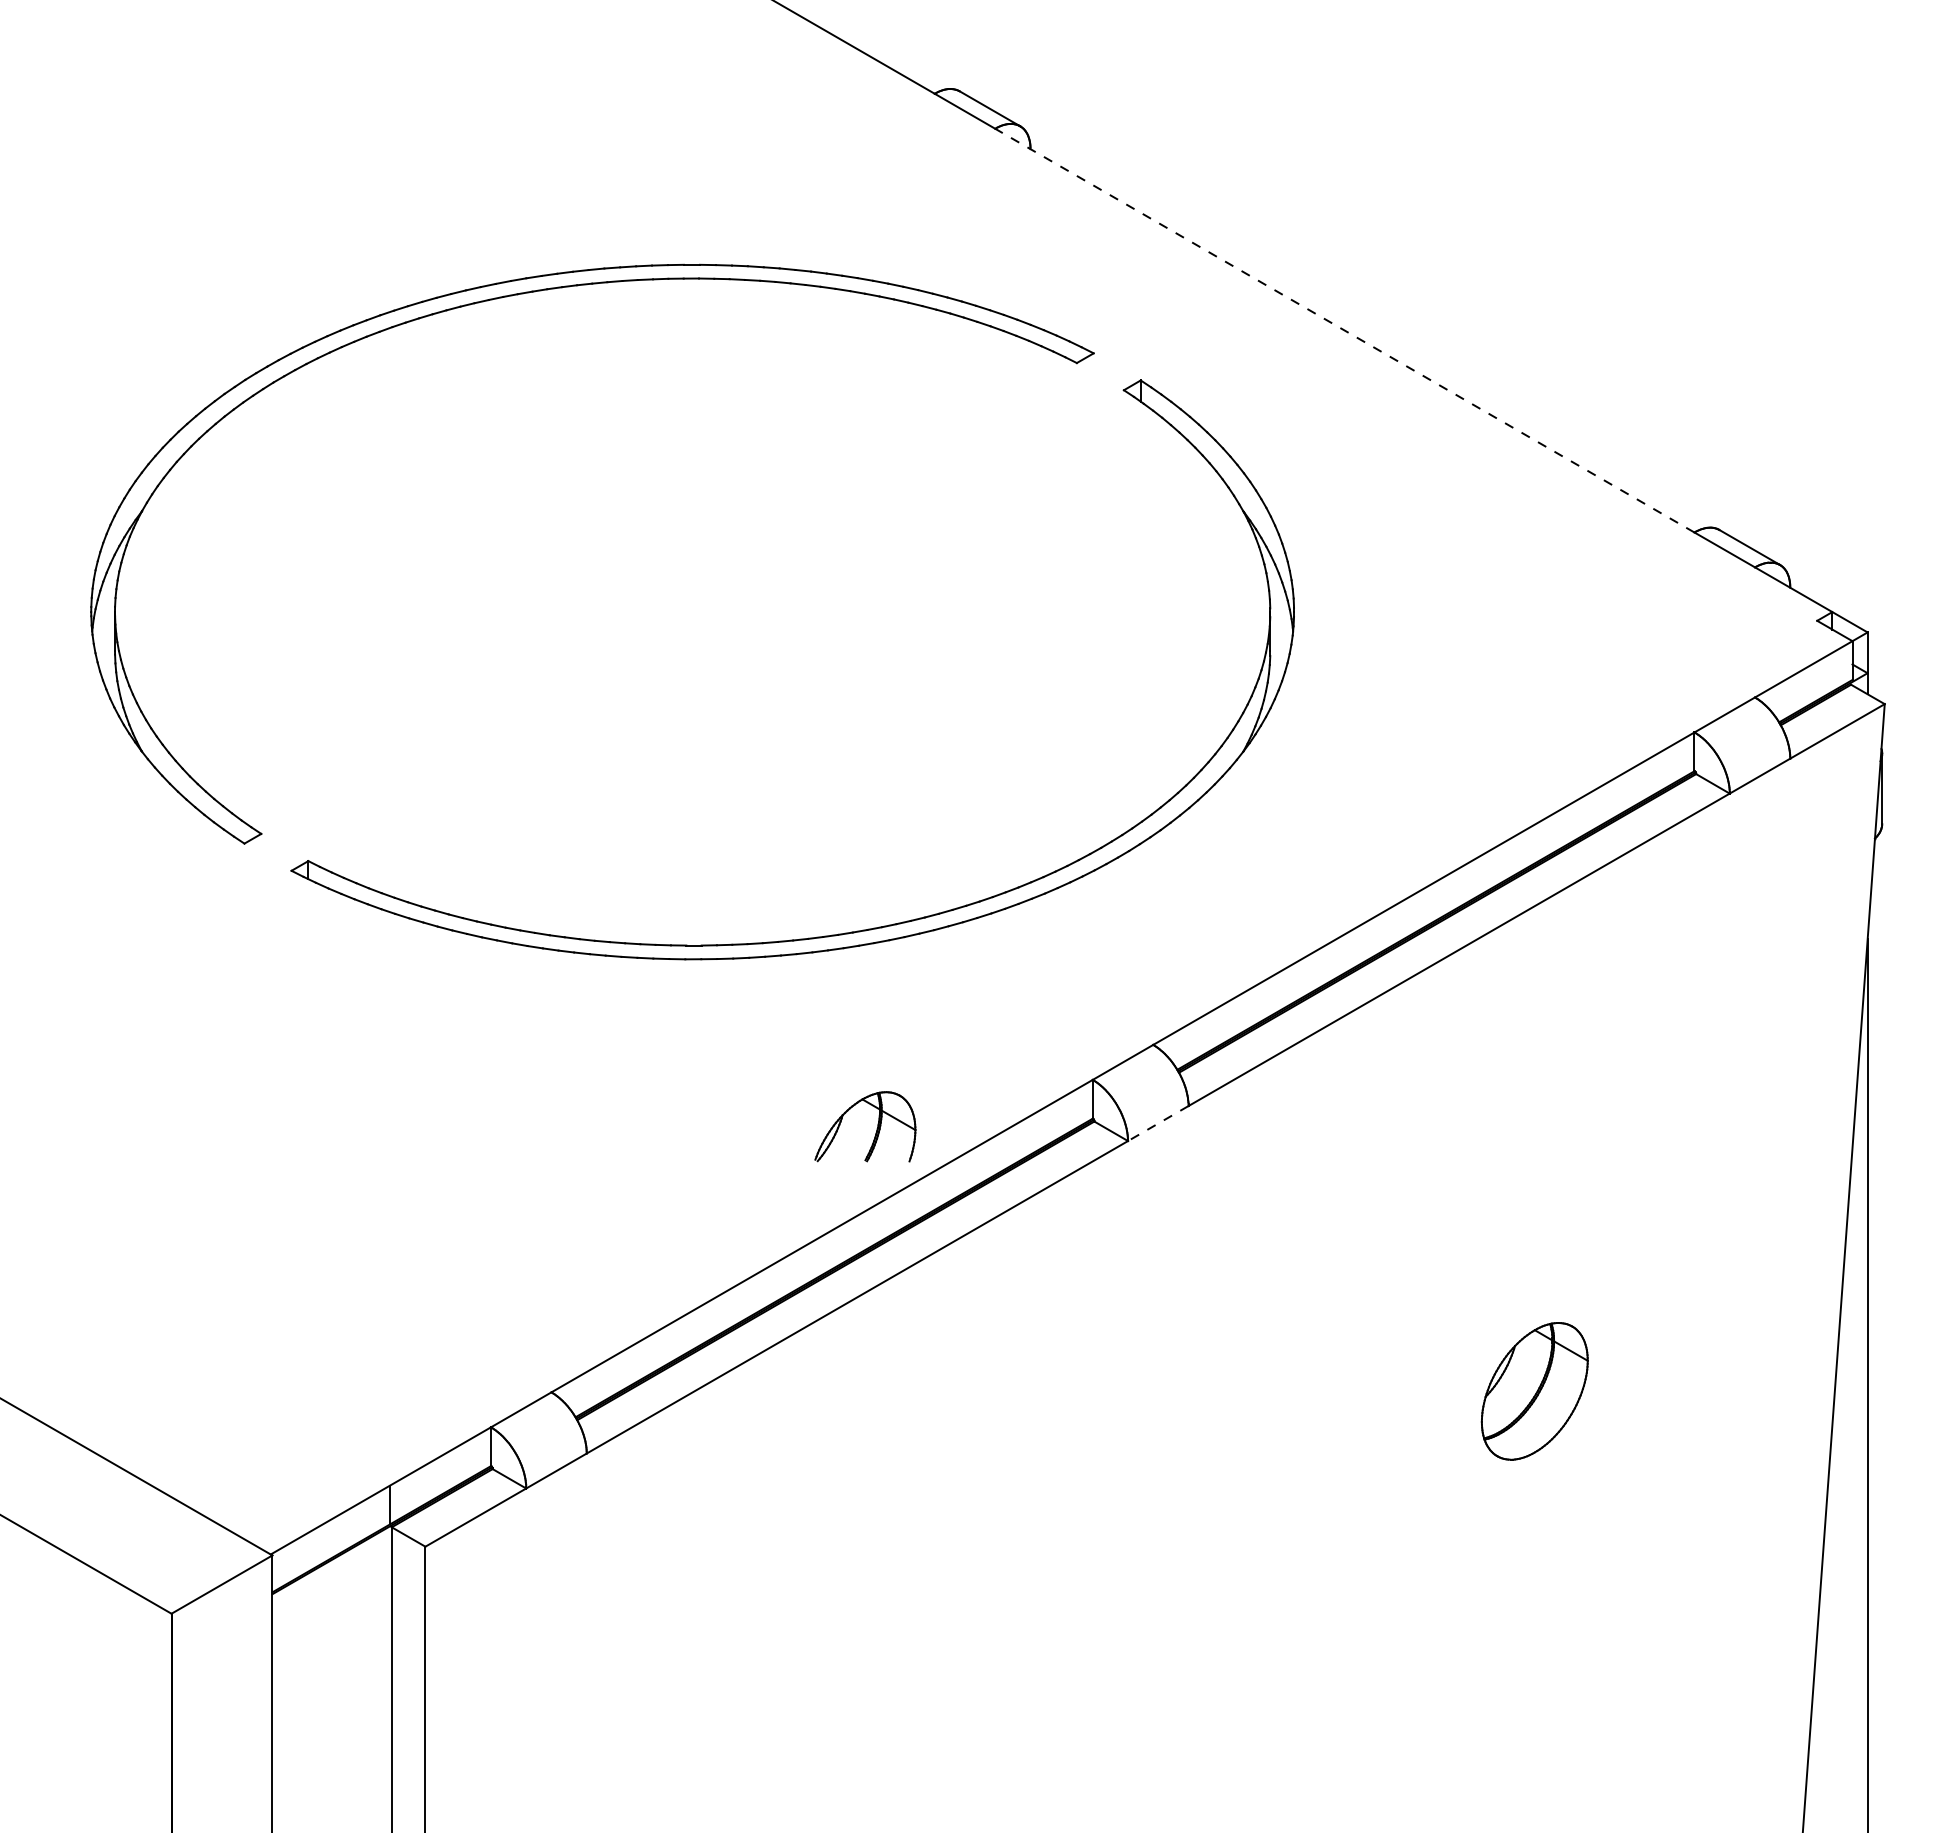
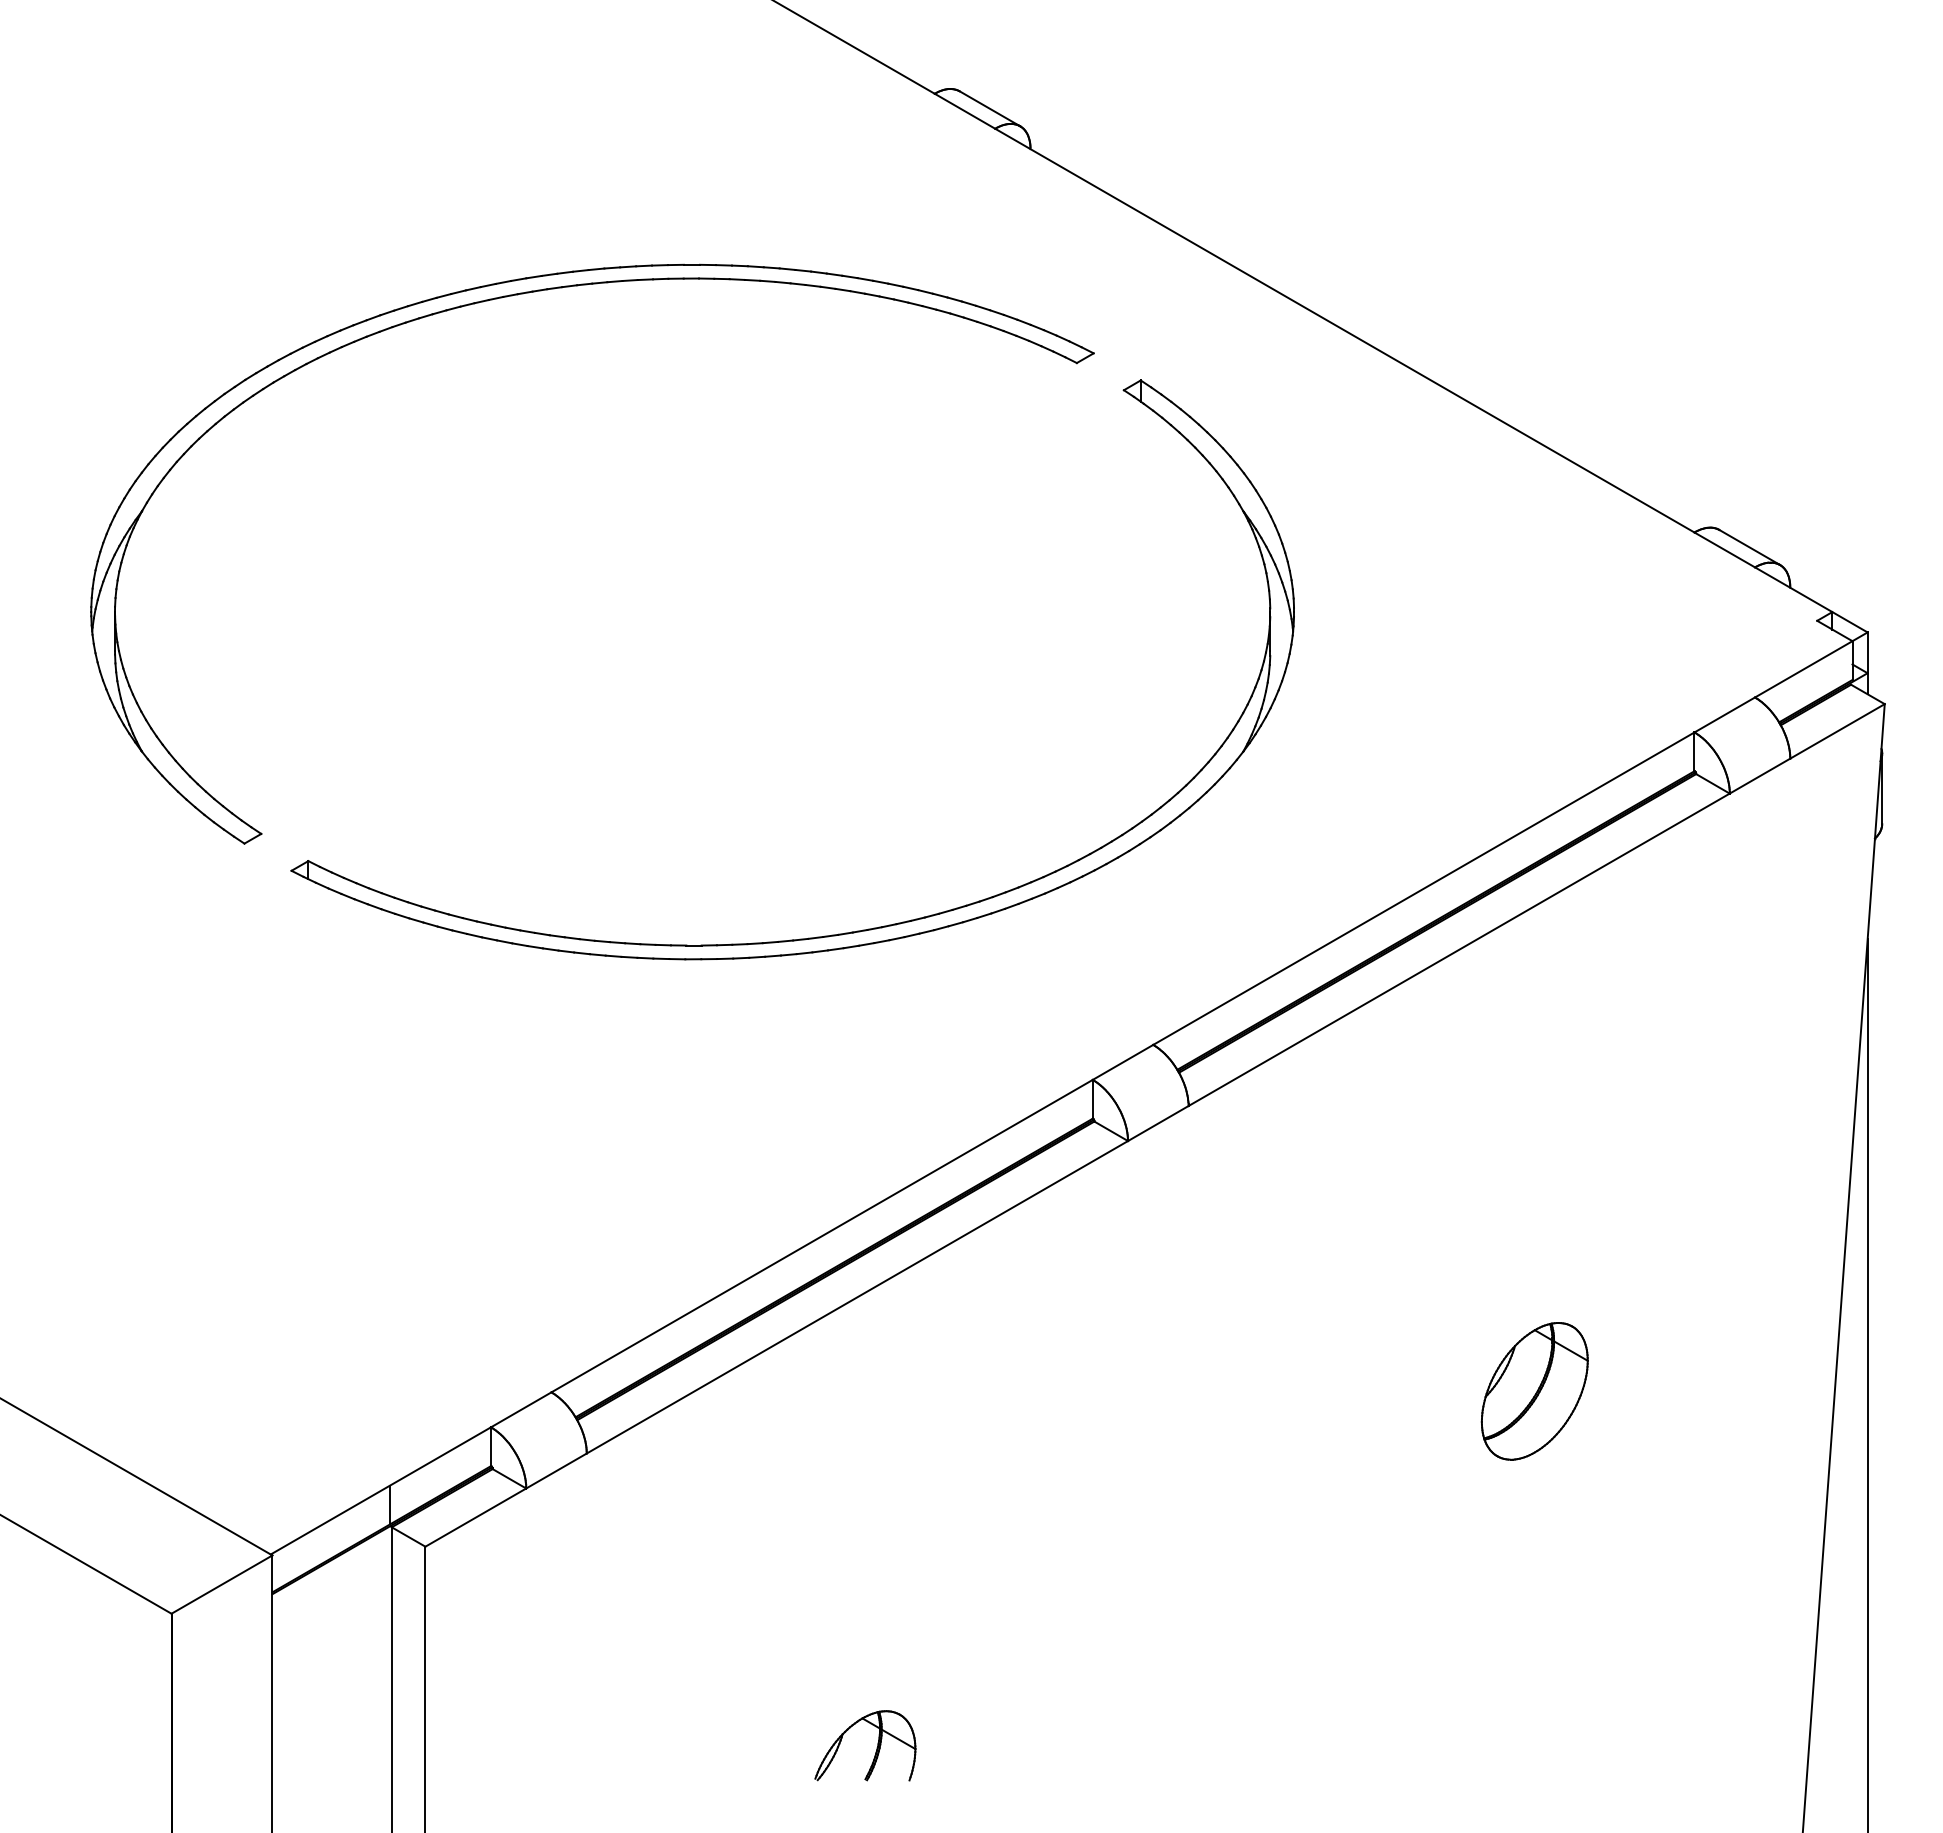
line at (1344, 330): dashed -> solid
line at (1158, 1123): dashed -> solid
part at (876, 1128) position: (876, 1128) -> (876, 1747)
